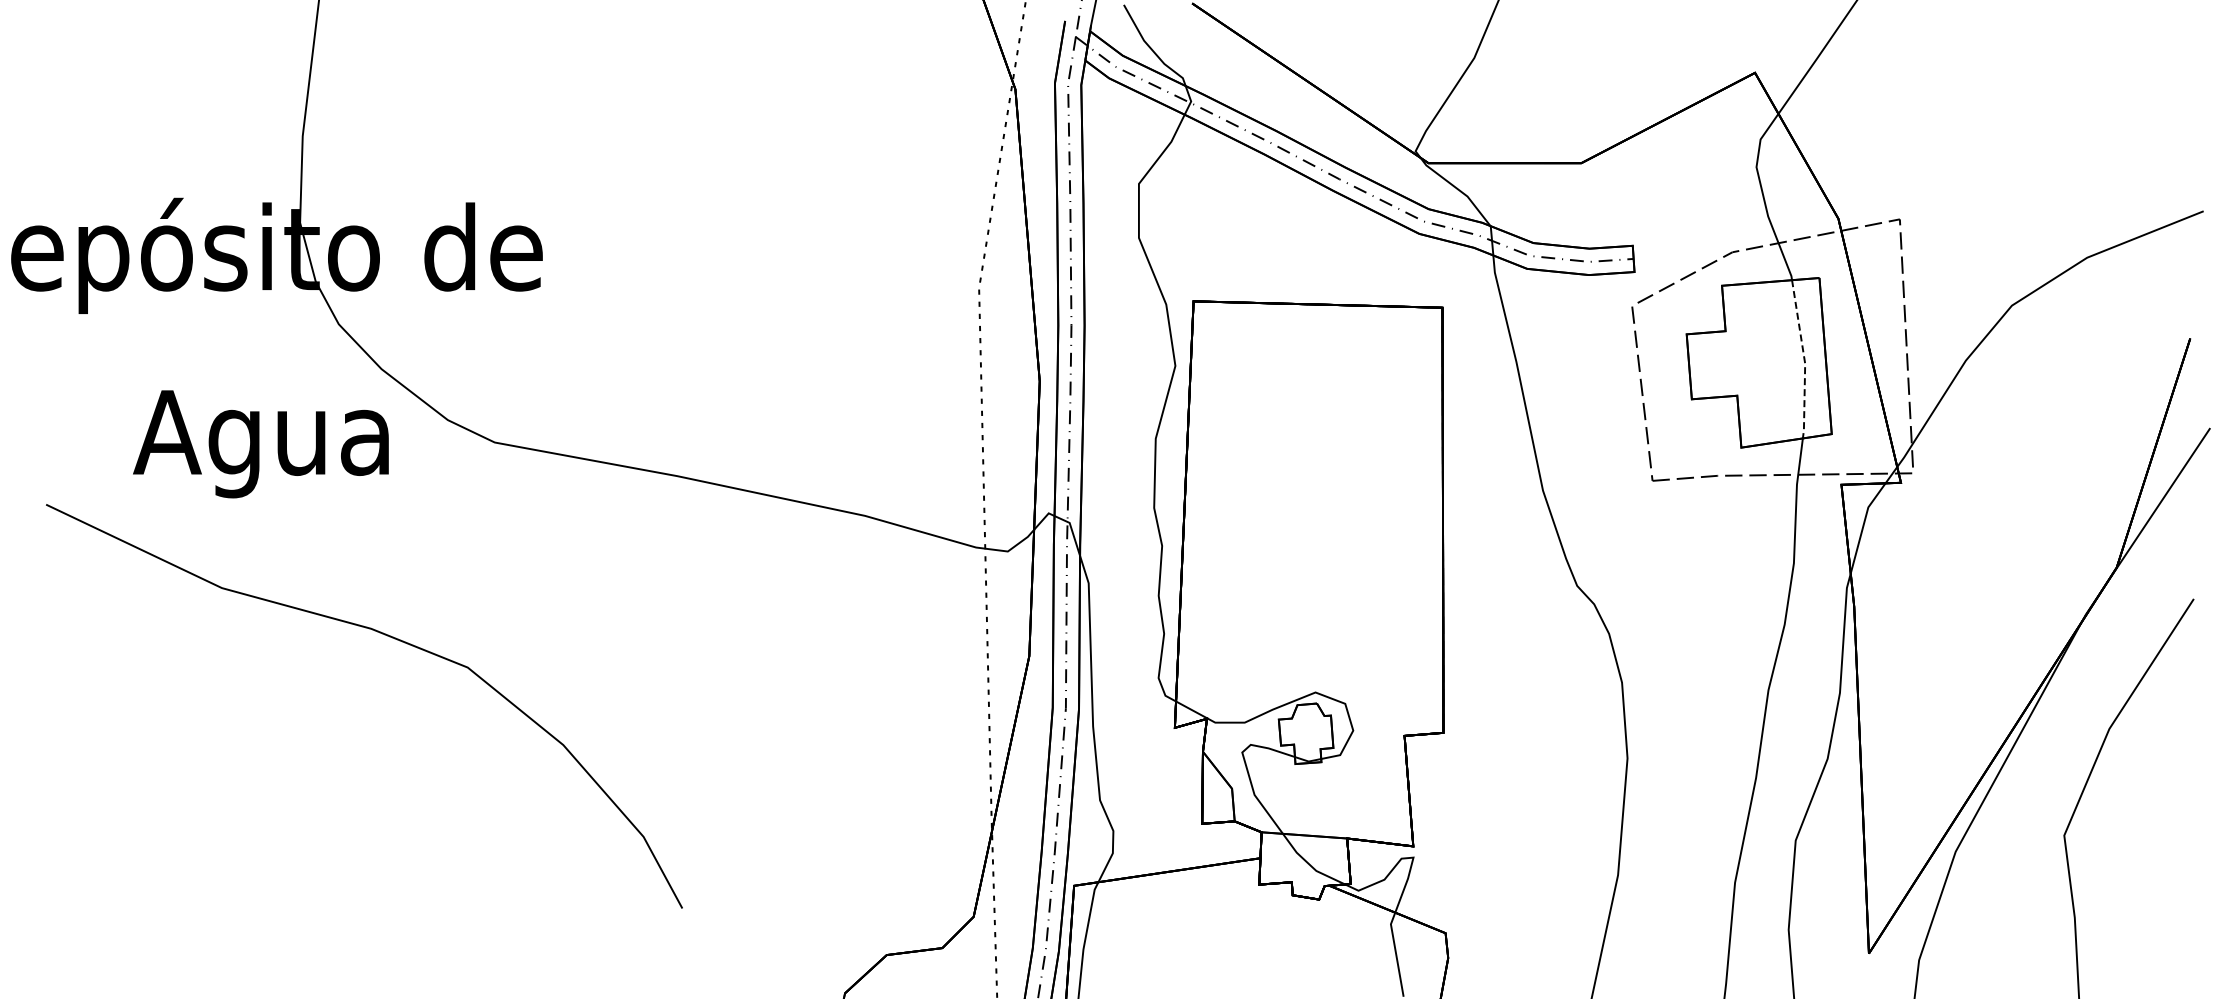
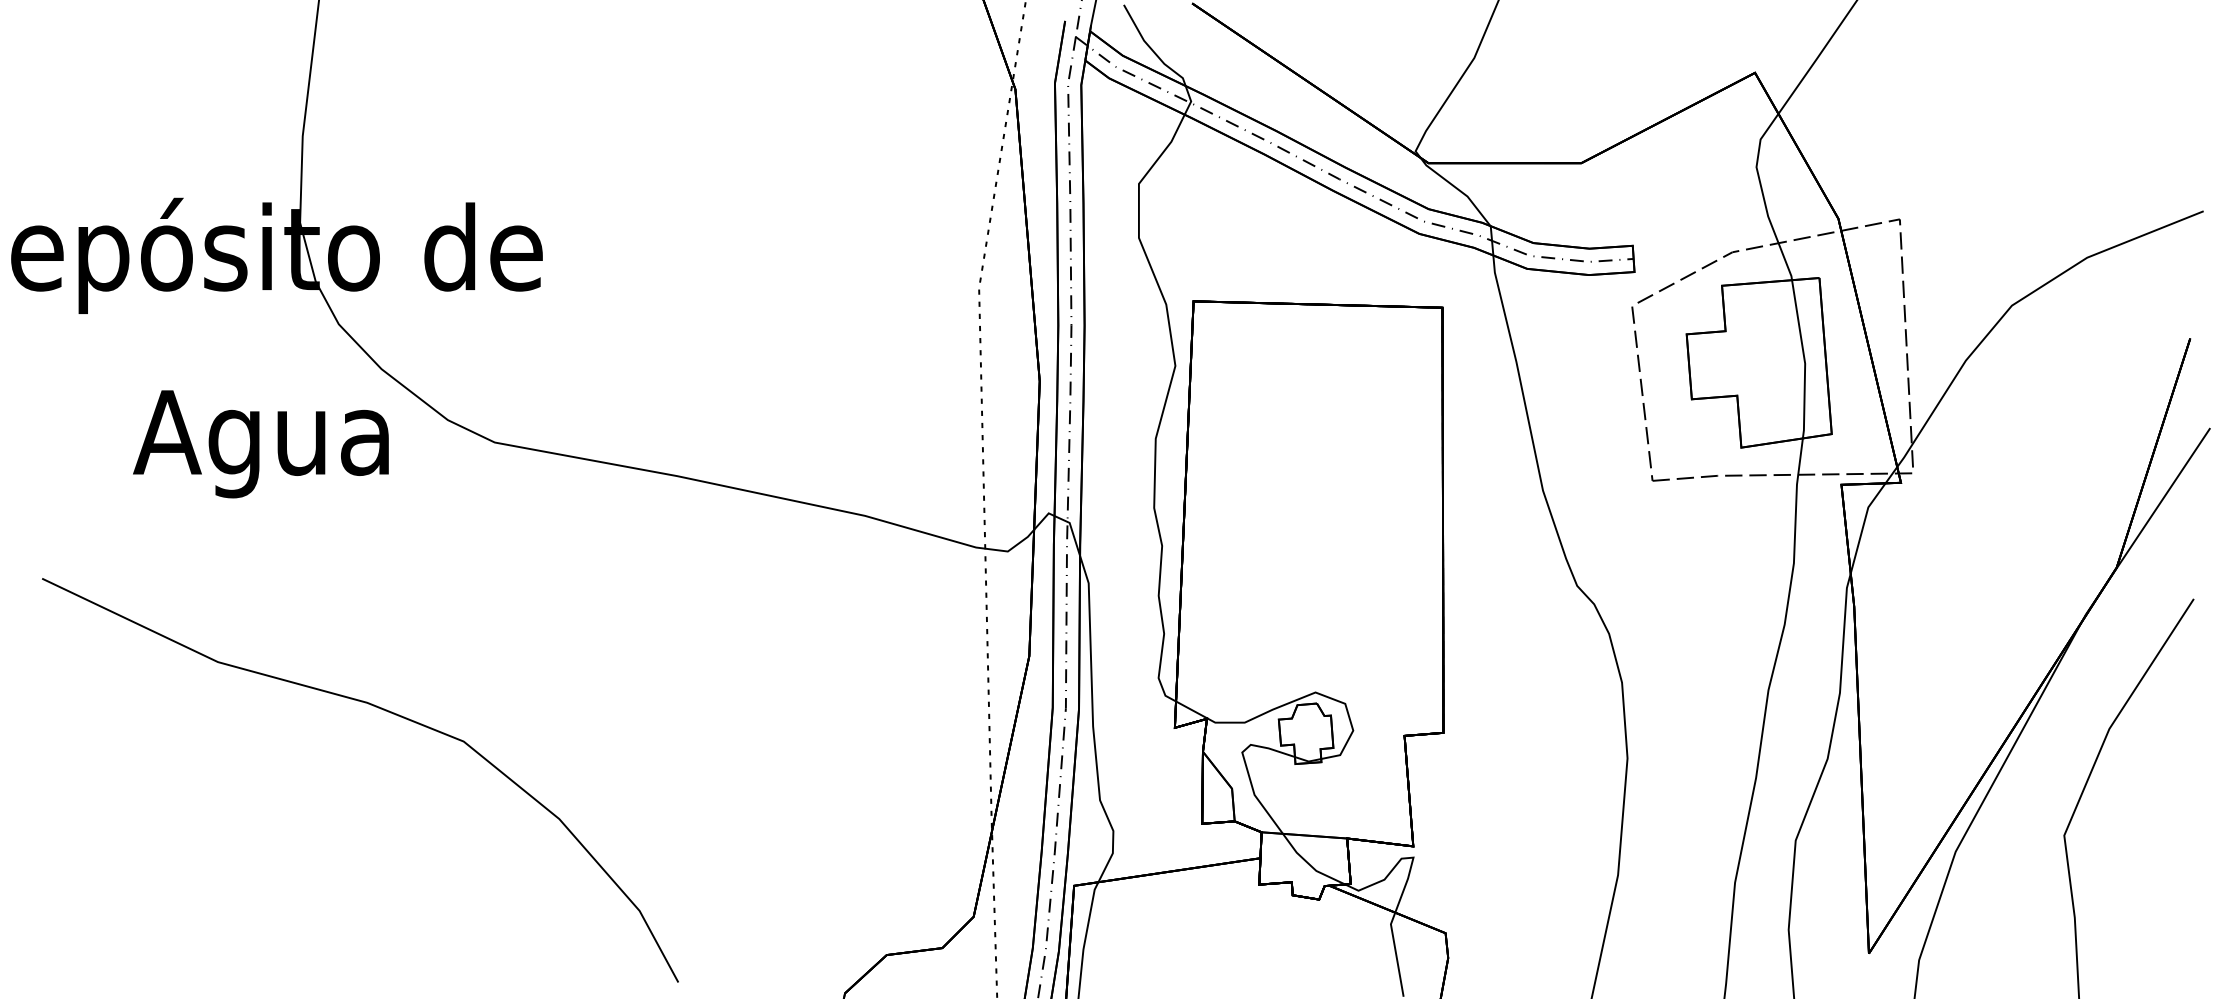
line at (1804, 360): dashed -> solid
curve at (389, 637) position: (389, 637) -> (385, 711)
